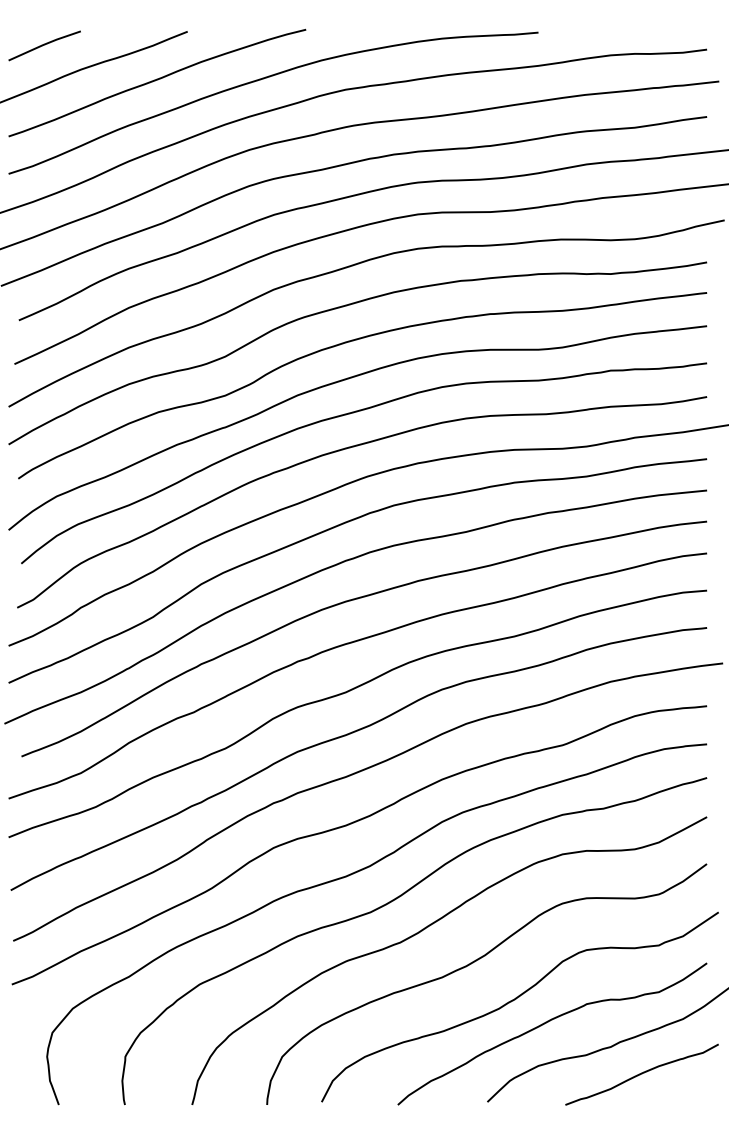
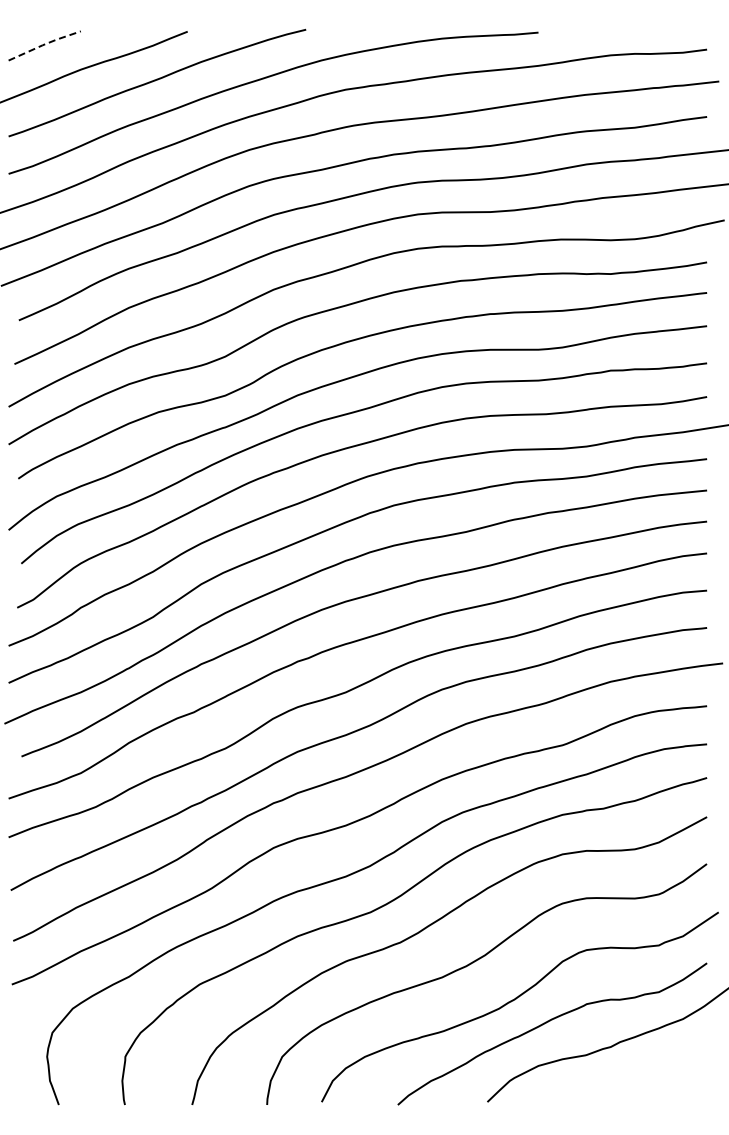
line at (44, 44): solid -> dashed
curve at (641, 1074): present -> none
